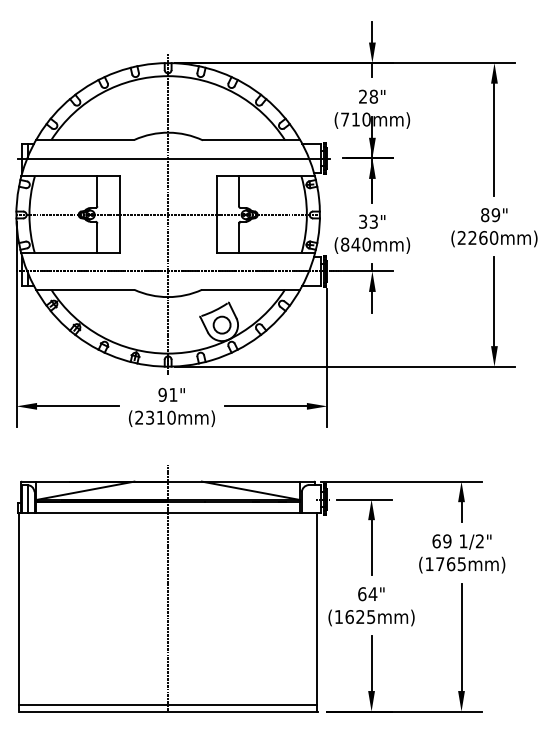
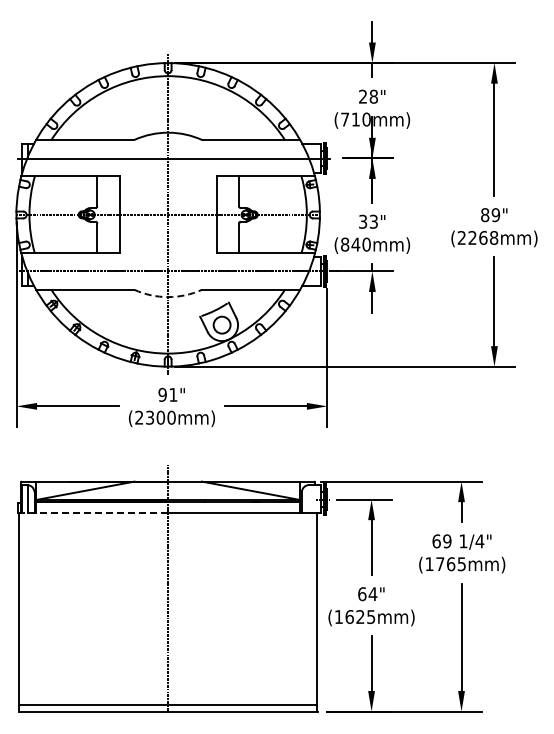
text at (494, 237): (2260mm) -> (2268mm)
arc at (168, 297): solid -> dashed
text at (160, 417): (2310mm) -> (2300mm)
line at (93, 513): solid -> dashed
text at (479, 541): 1/2" -> 1/4"
